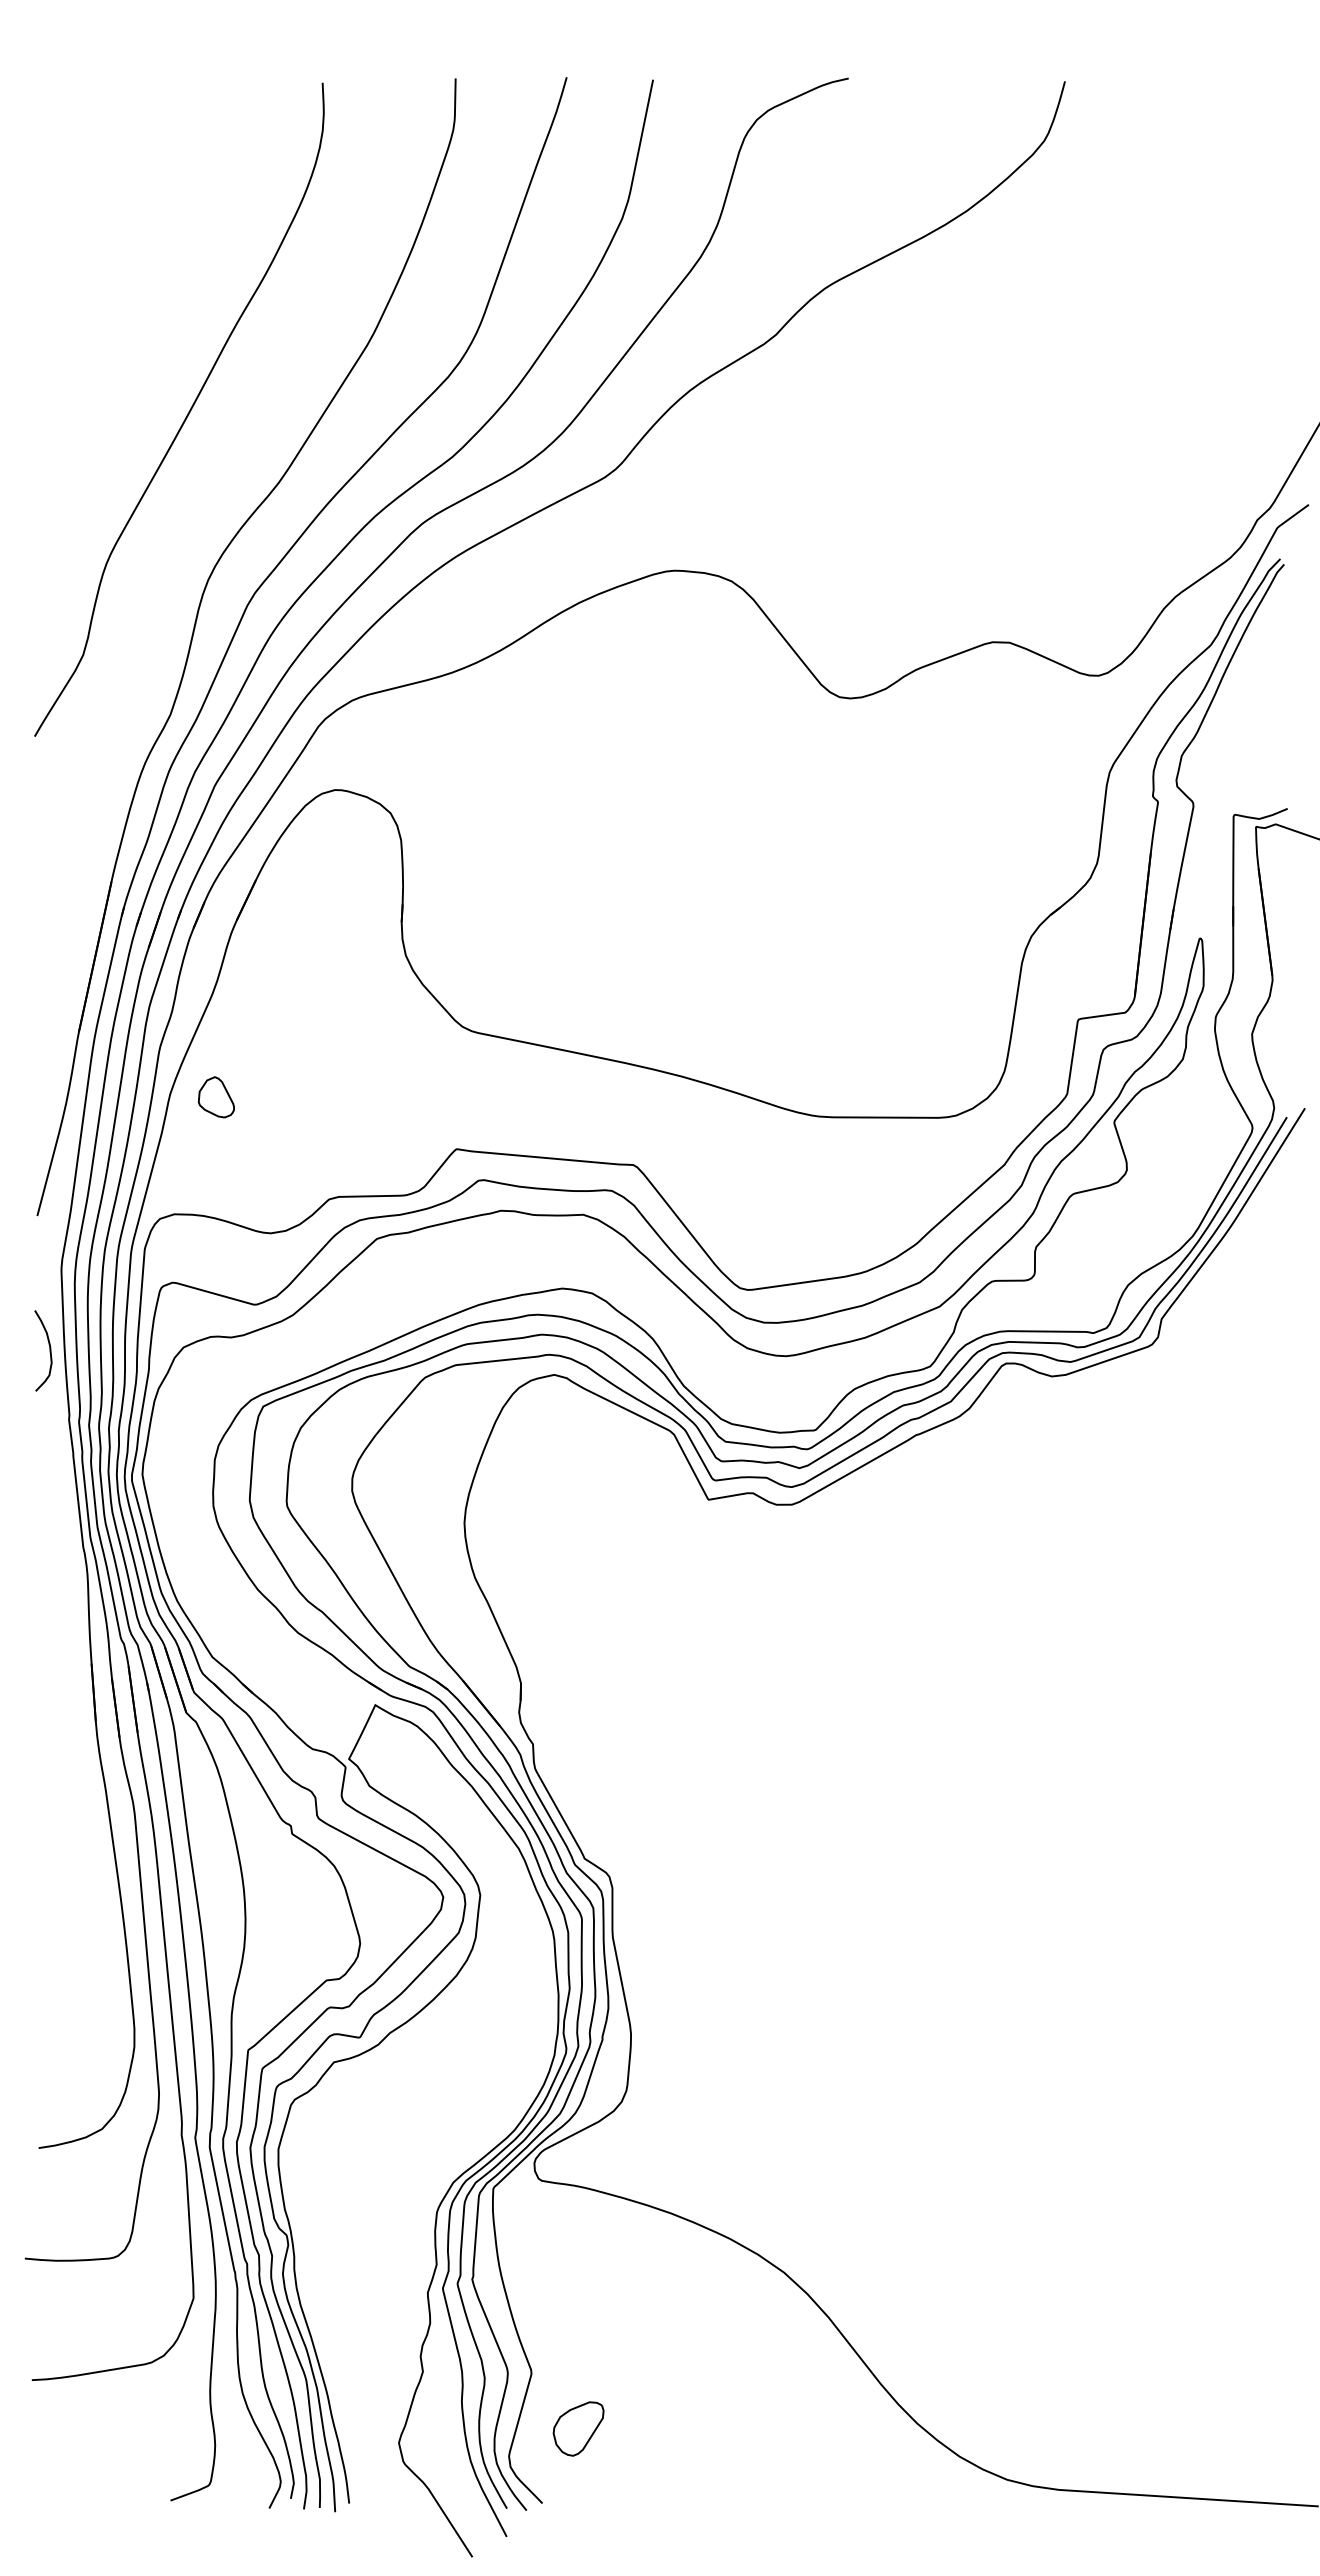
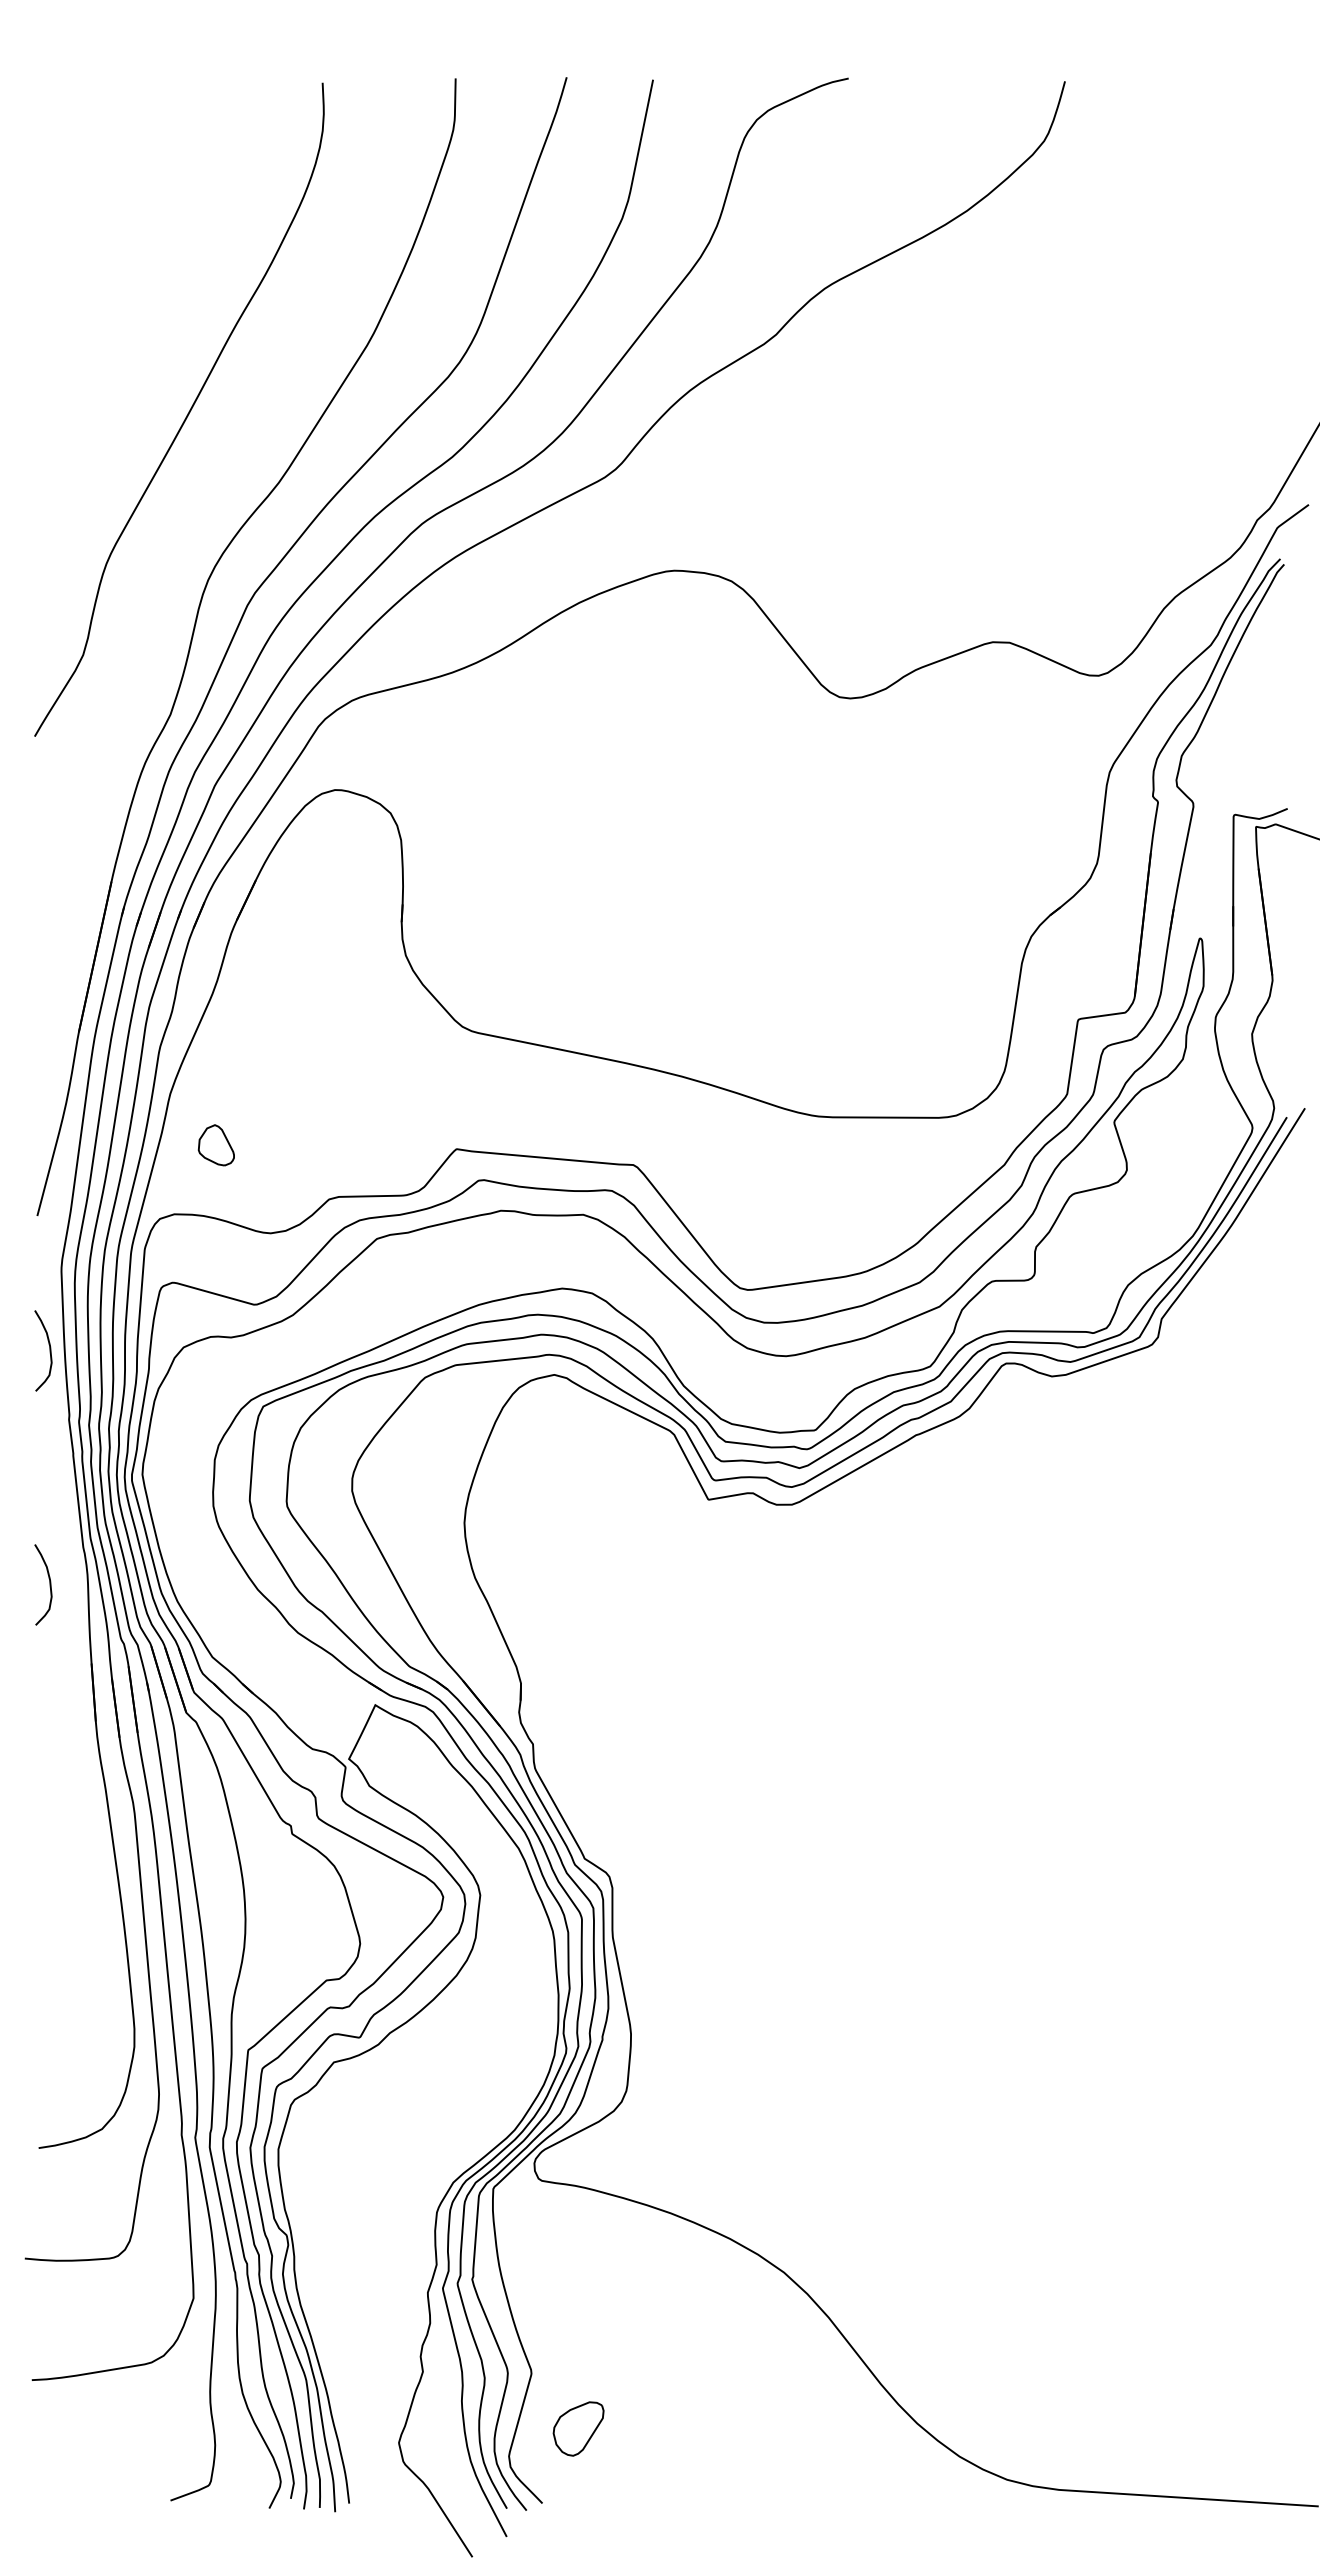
part at (215, 1097) position: (215, 1097) -> (215, 1145)
curve at (49, 1584): none -> present
